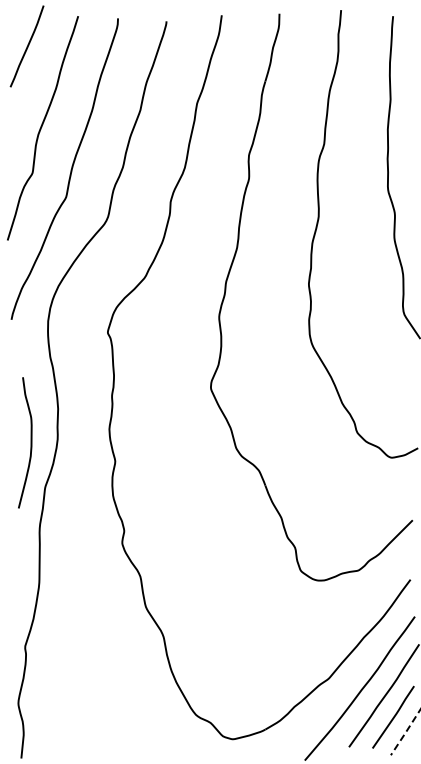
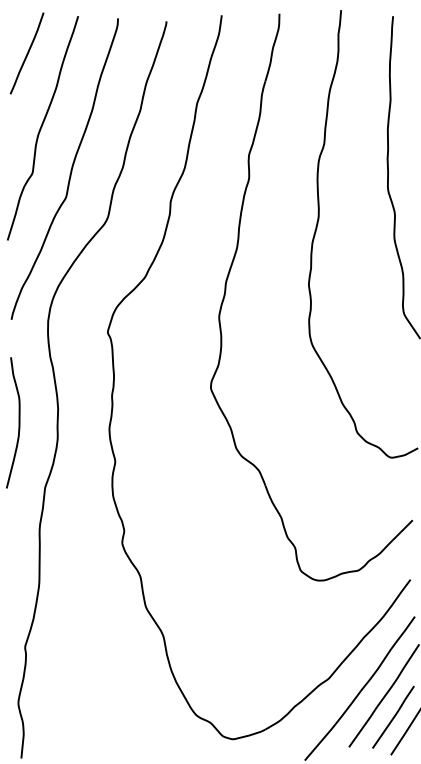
curve at (26, 46) position: (26, 46) -> (26, 53)
curve at (30, 442) position: (30, 442) -> (18, 422)
line at (405, 732): dashed -> solid
